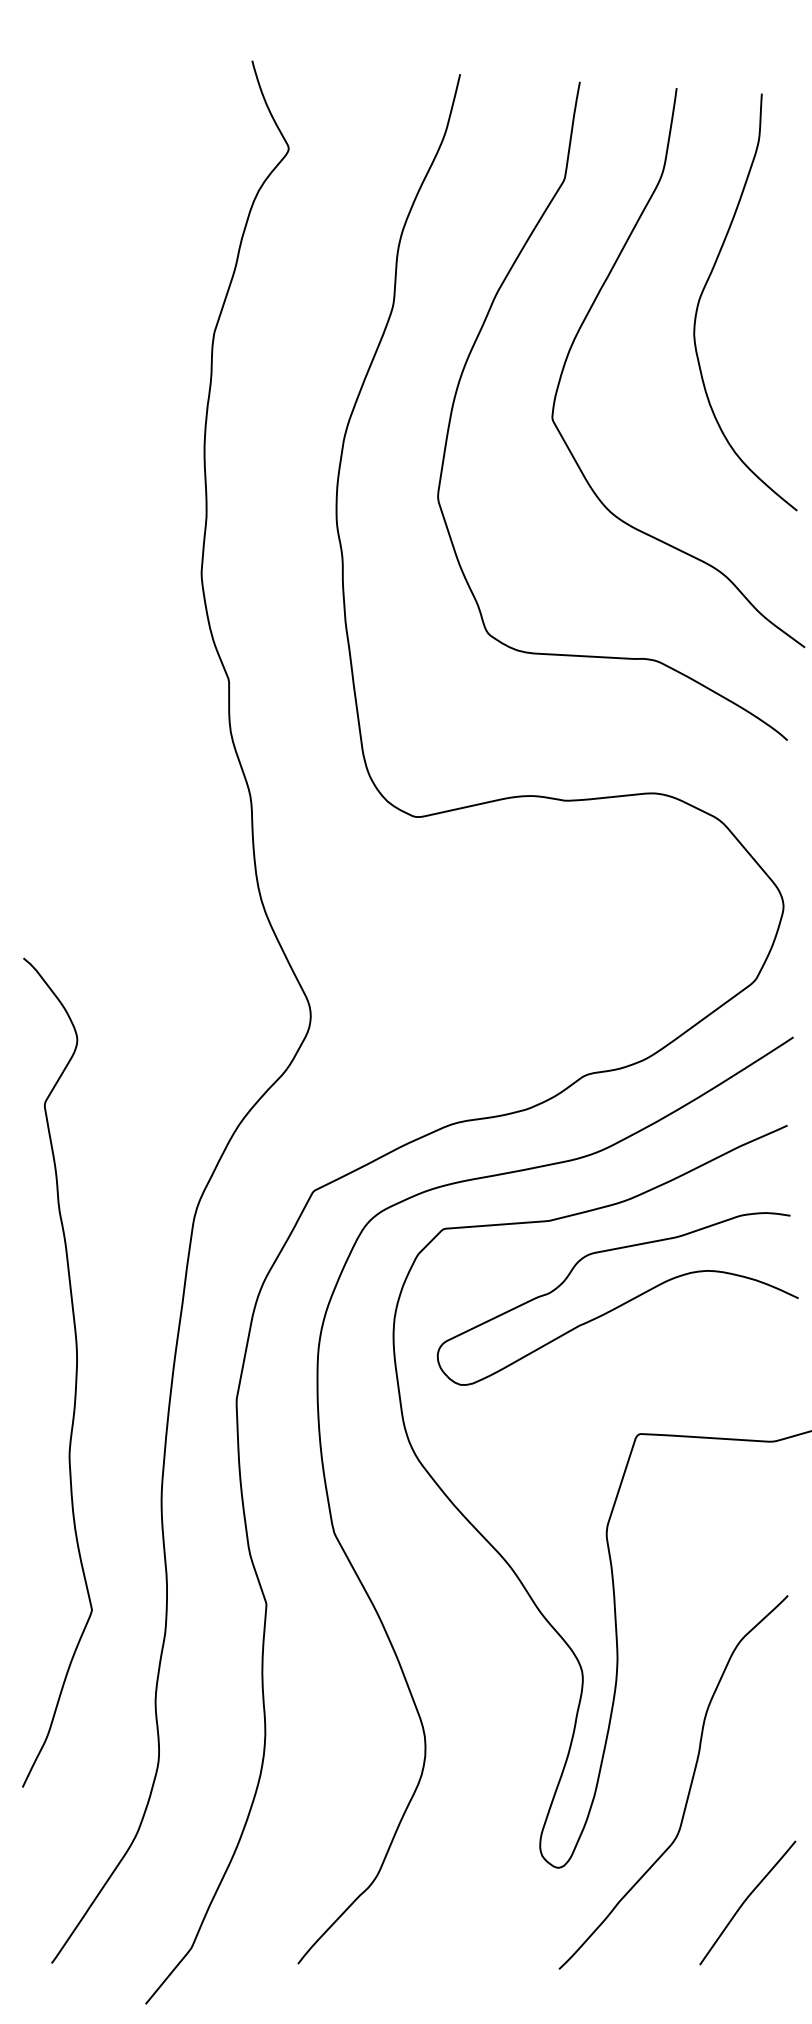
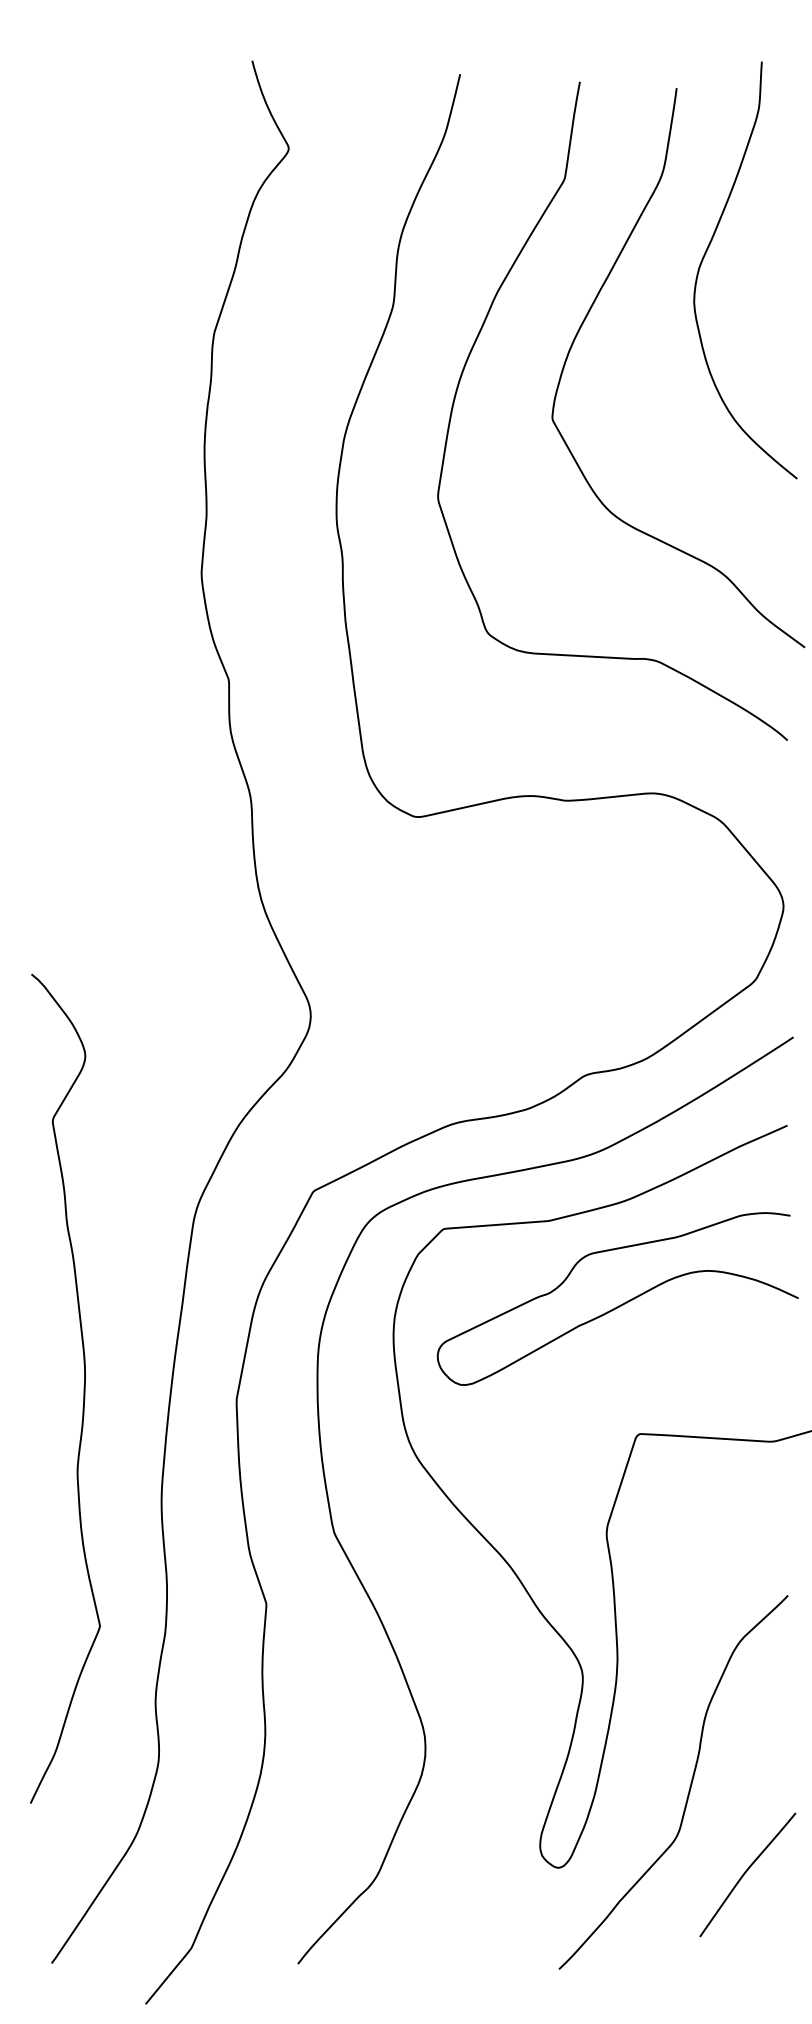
curve at (707, 283) position: (707, 283) -> (707, 251)
curve at (75, 1372) position: (75, 1372) -> (83, 1388)
curve at (746, 1900) position: (746, 1900) -> (746, 1872)
